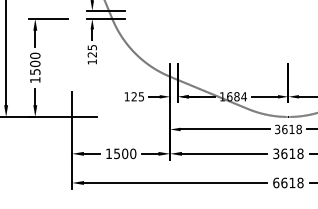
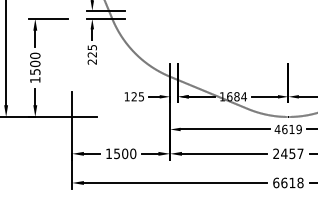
text at (91, 61): 125 -> 225
text at (287, 129): 3618 -> 4619
text at (288, 153): 3618 -> 2457
